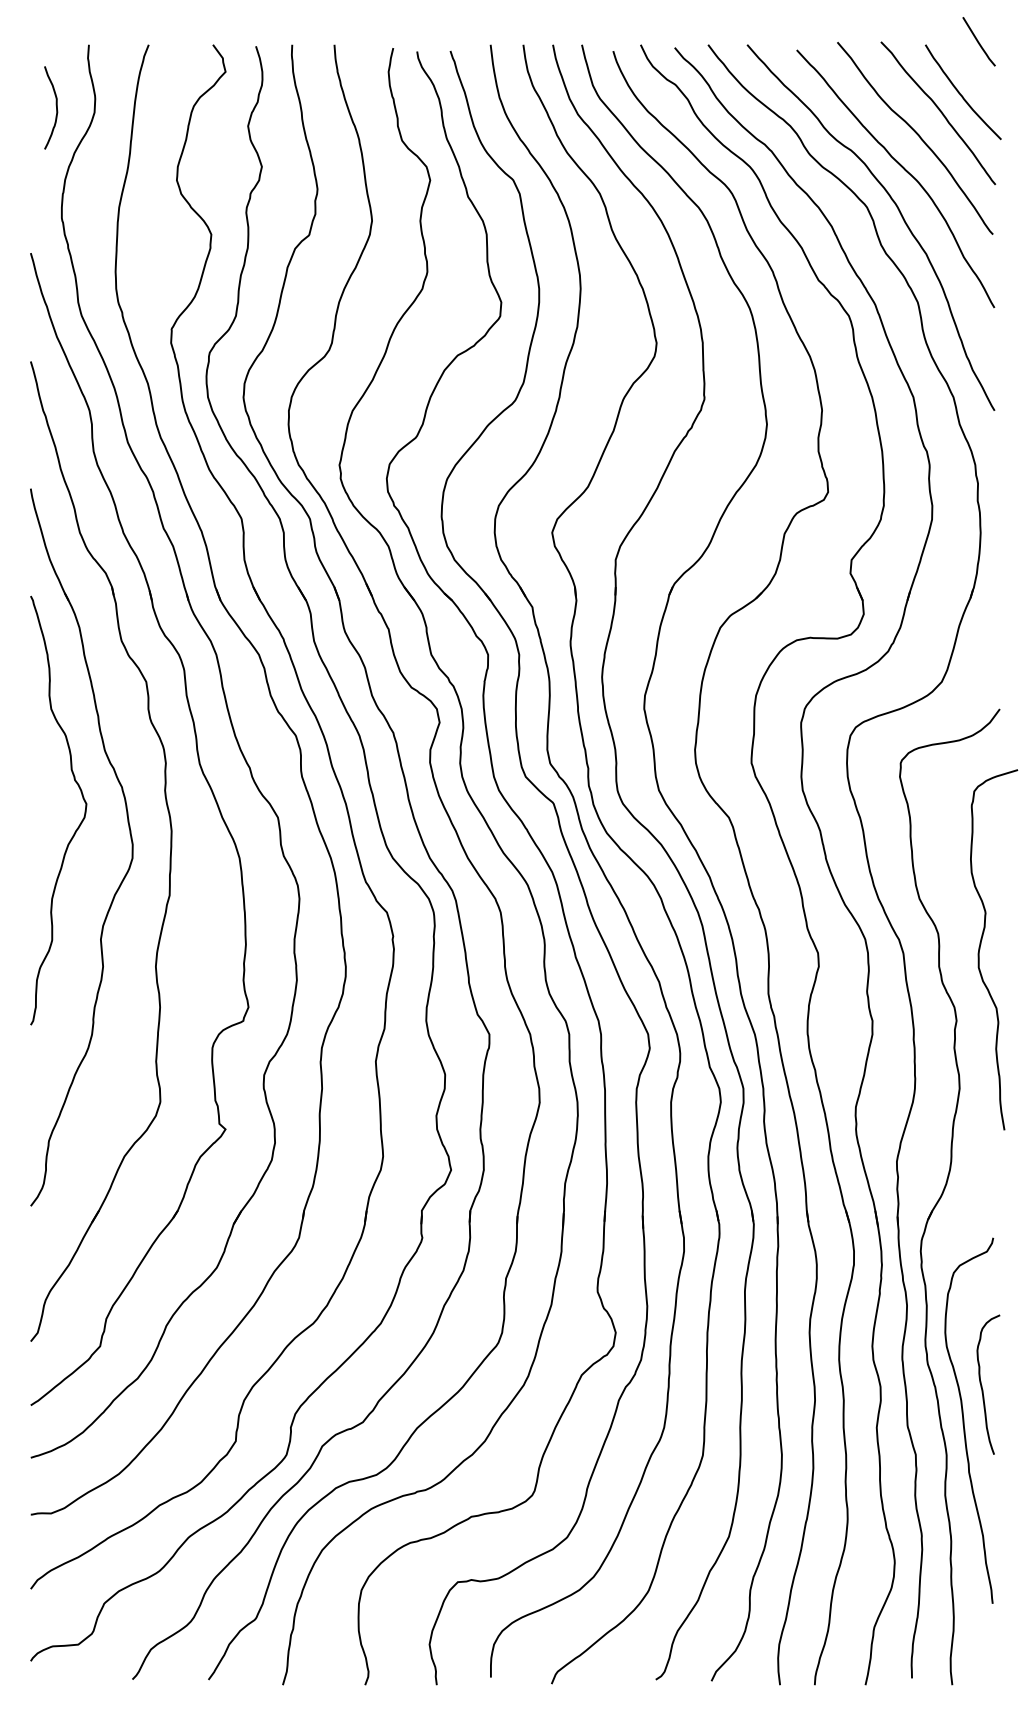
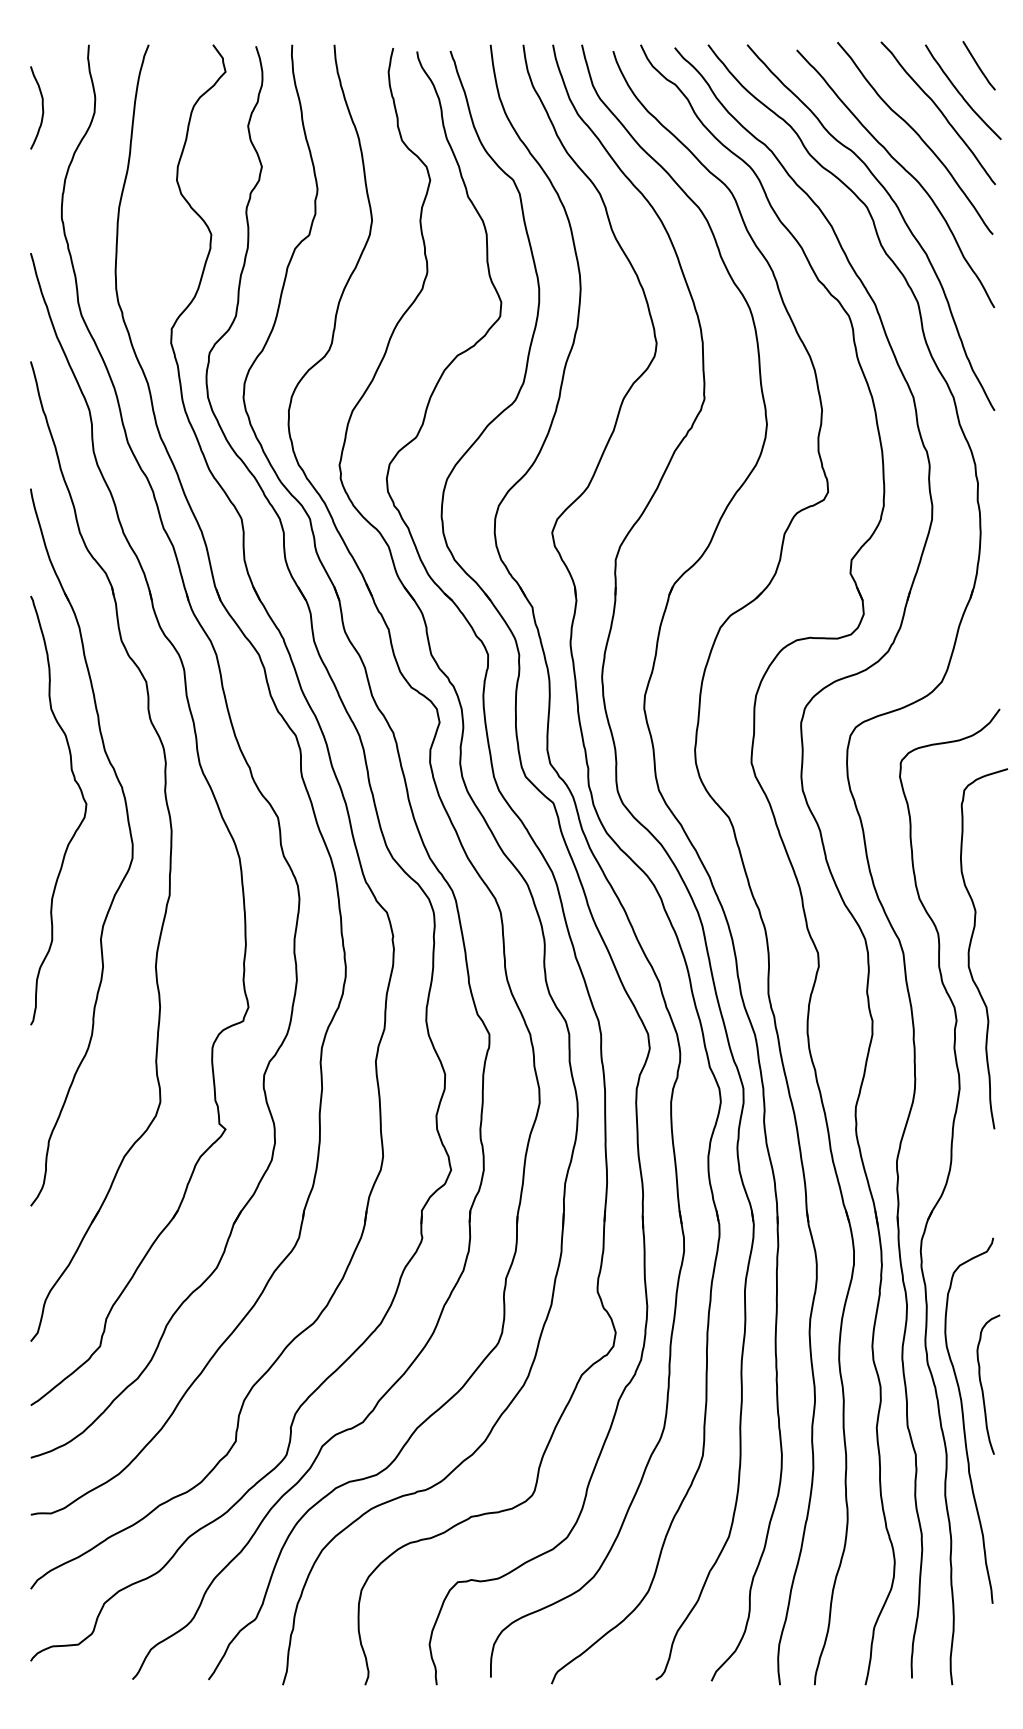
curve at (978, 41) position: (978, 41) -> (978, 65)
curve at (55, 105) position: (55, 105) -> (41, 105)
curve at (981, 944) position: (981, 944) -> (971, 943)
